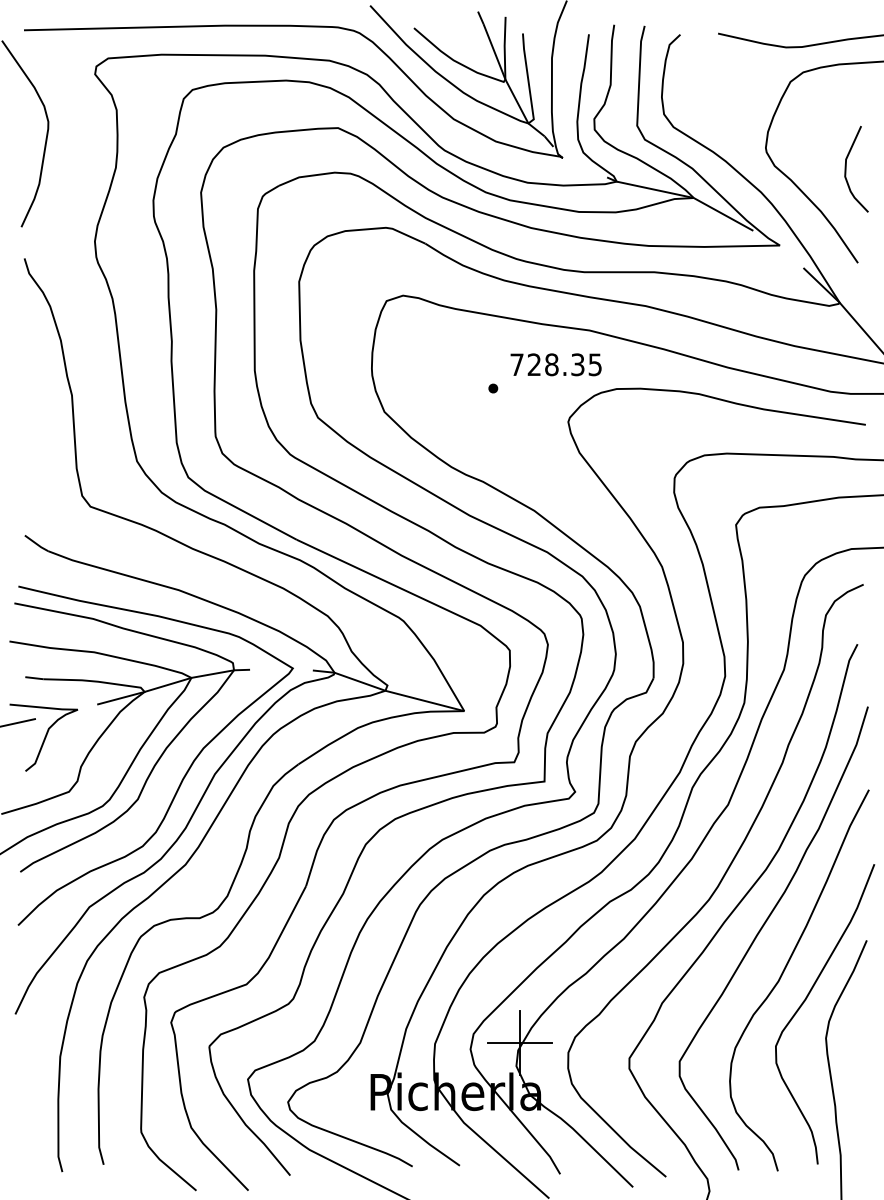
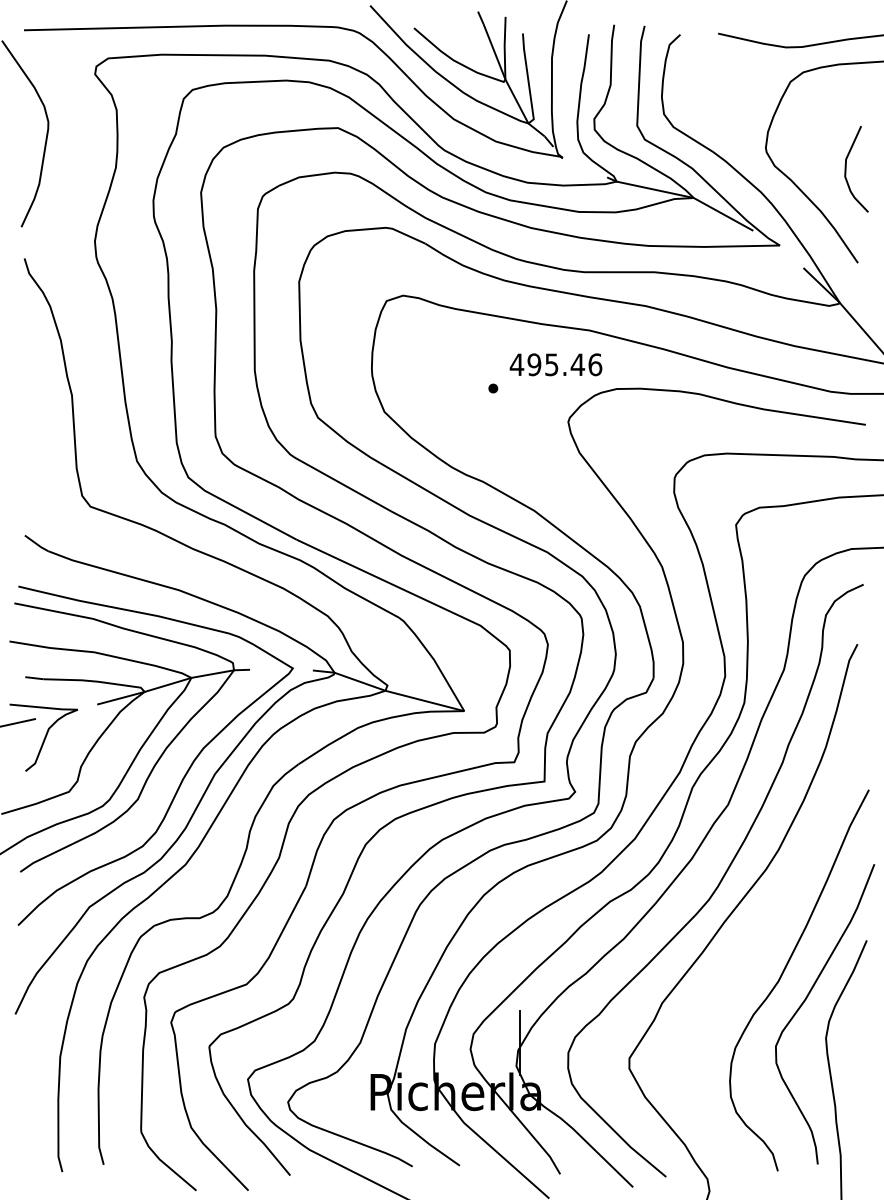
text at (555, 364): 728.35 -> 495.46
curve at (761, 930): present -> none
line at (519, 1042): present -> none
